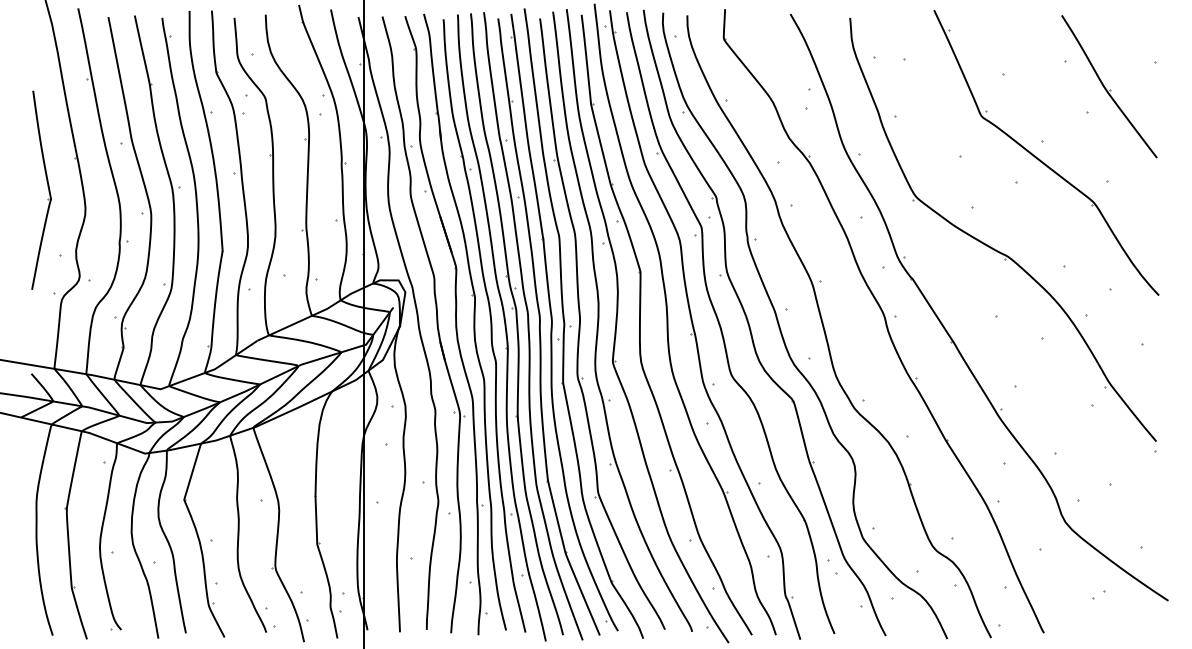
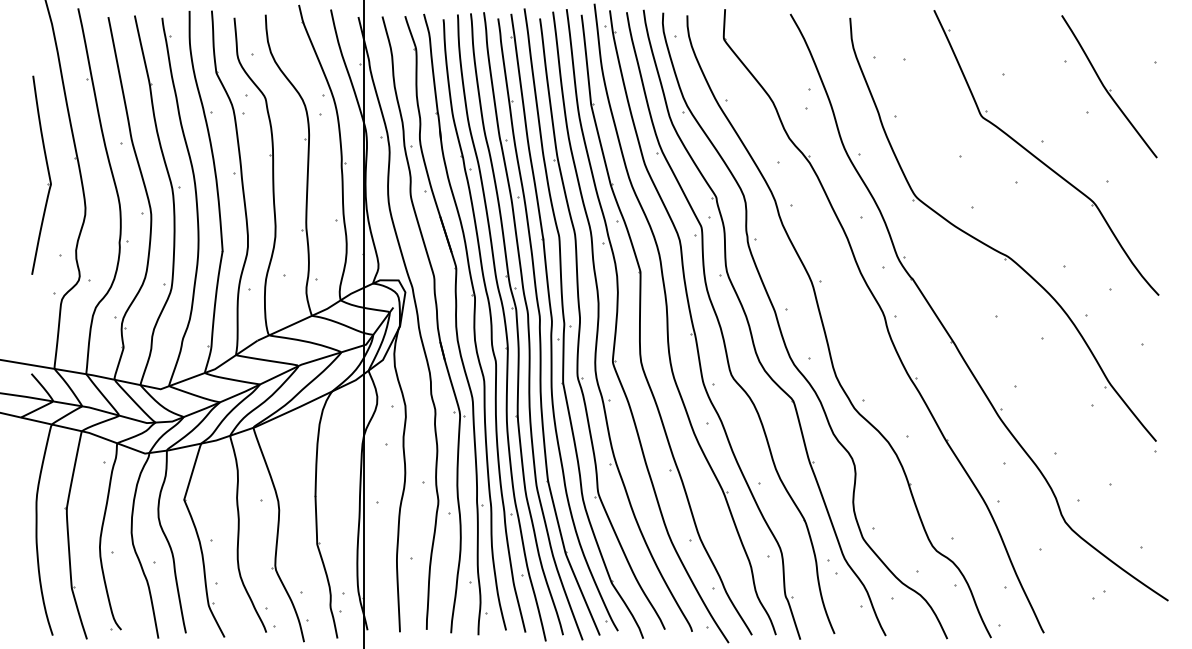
part at (47, 187) position: (47, 187) -> (47, 172)
